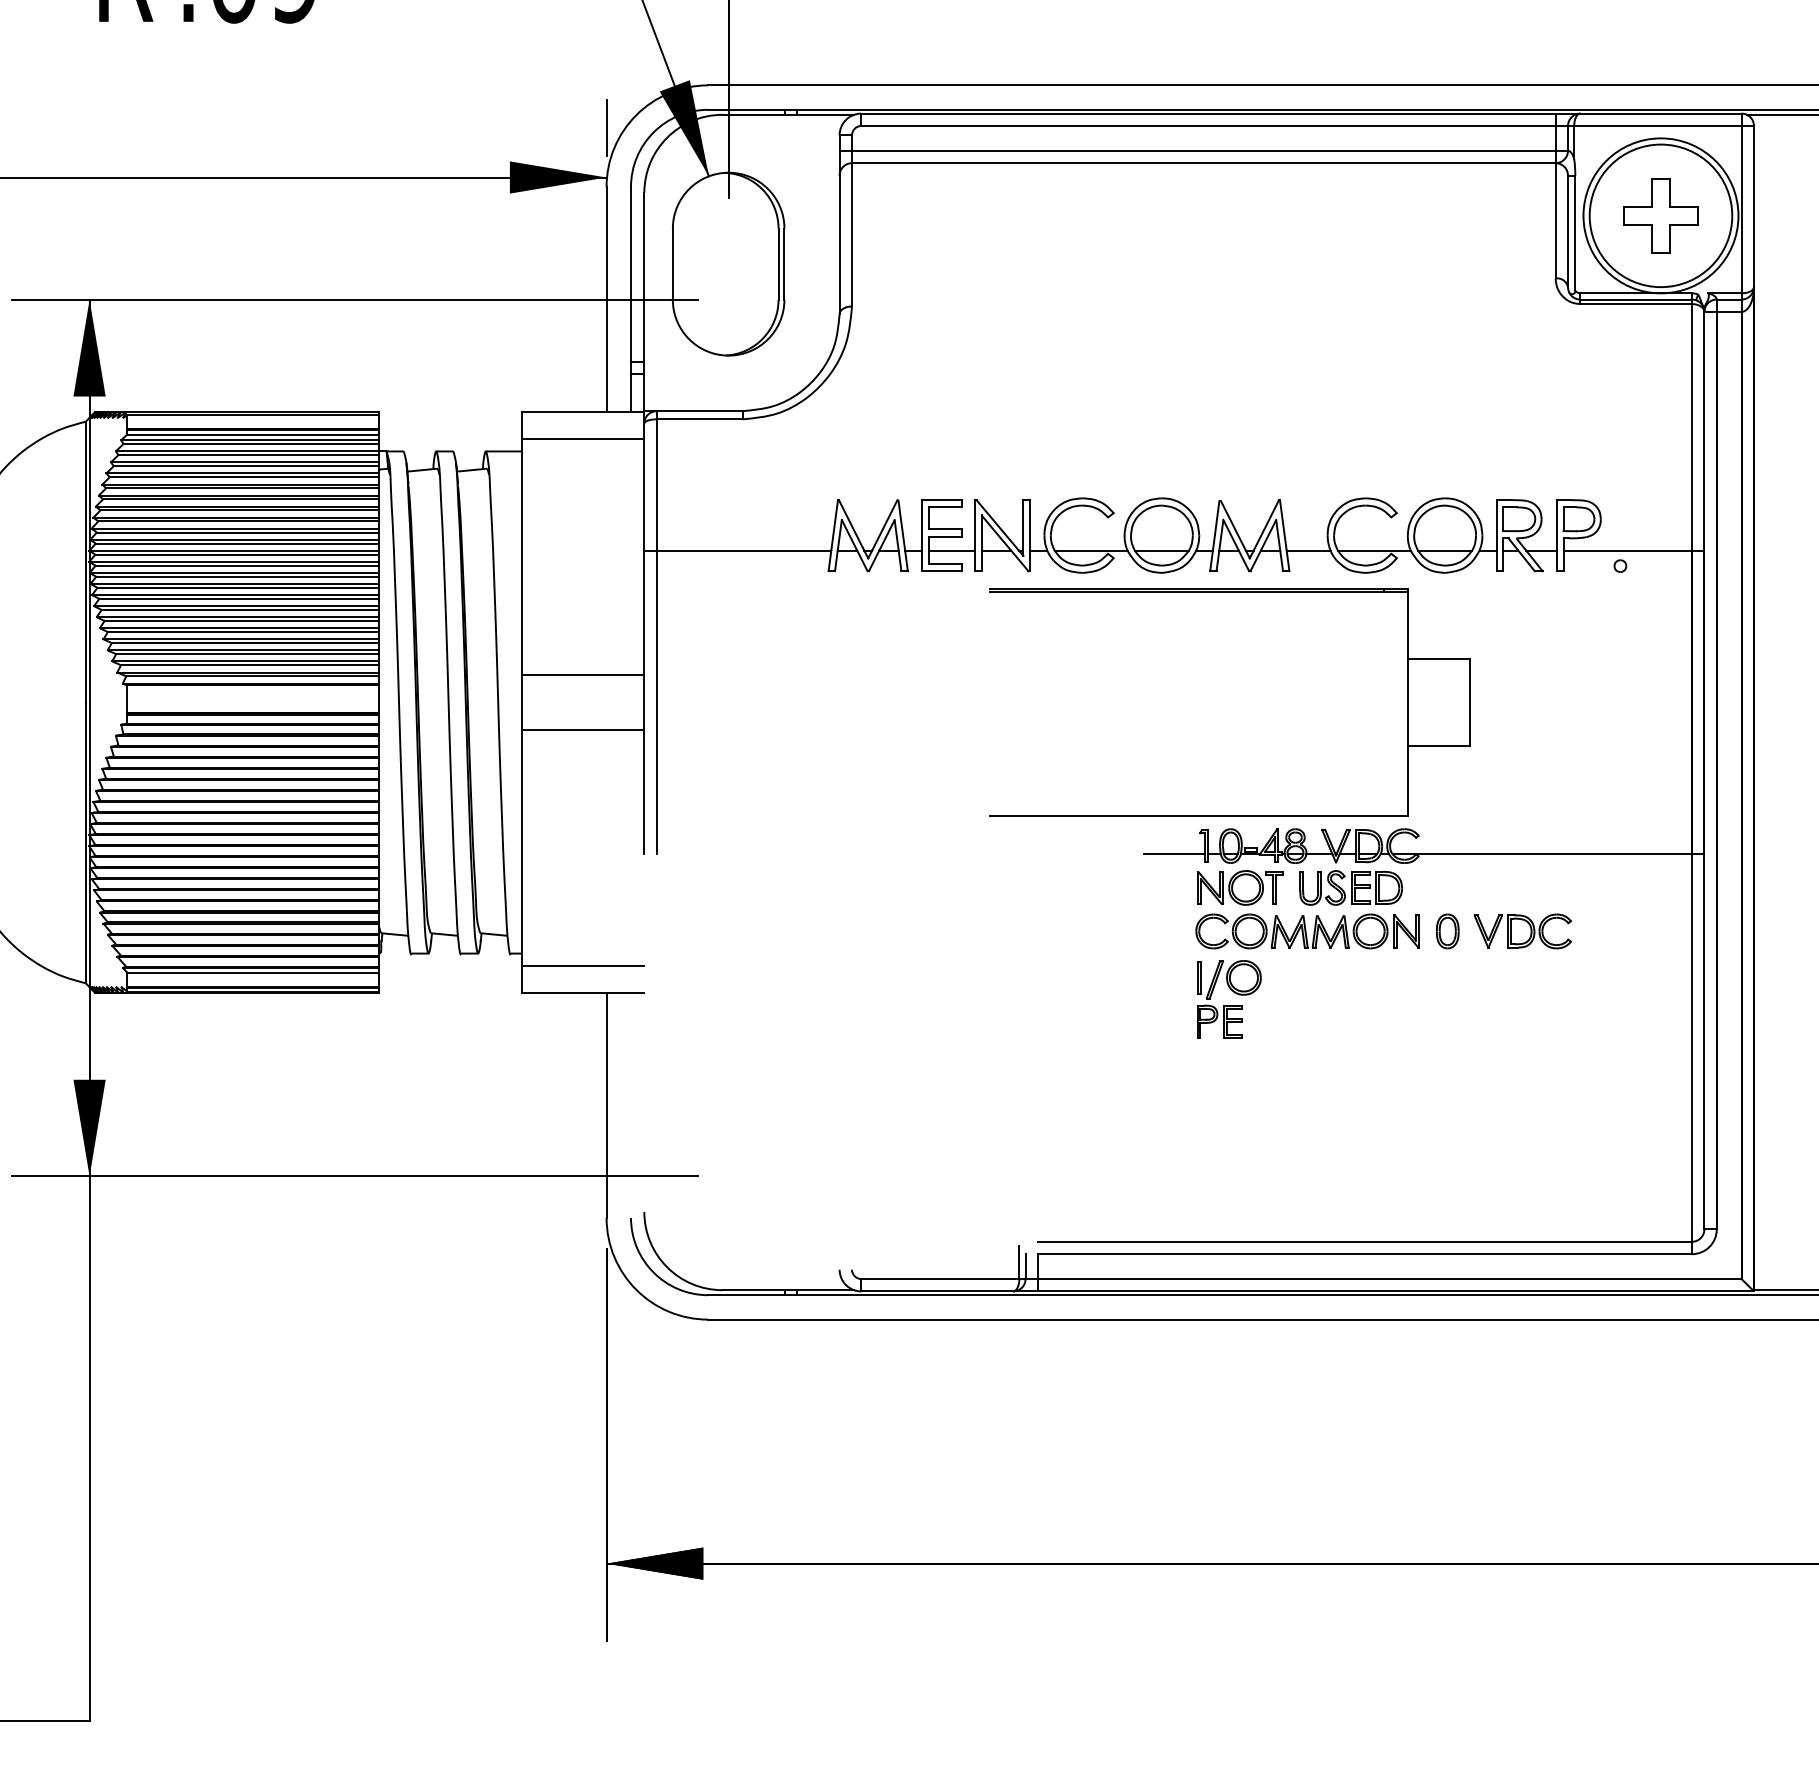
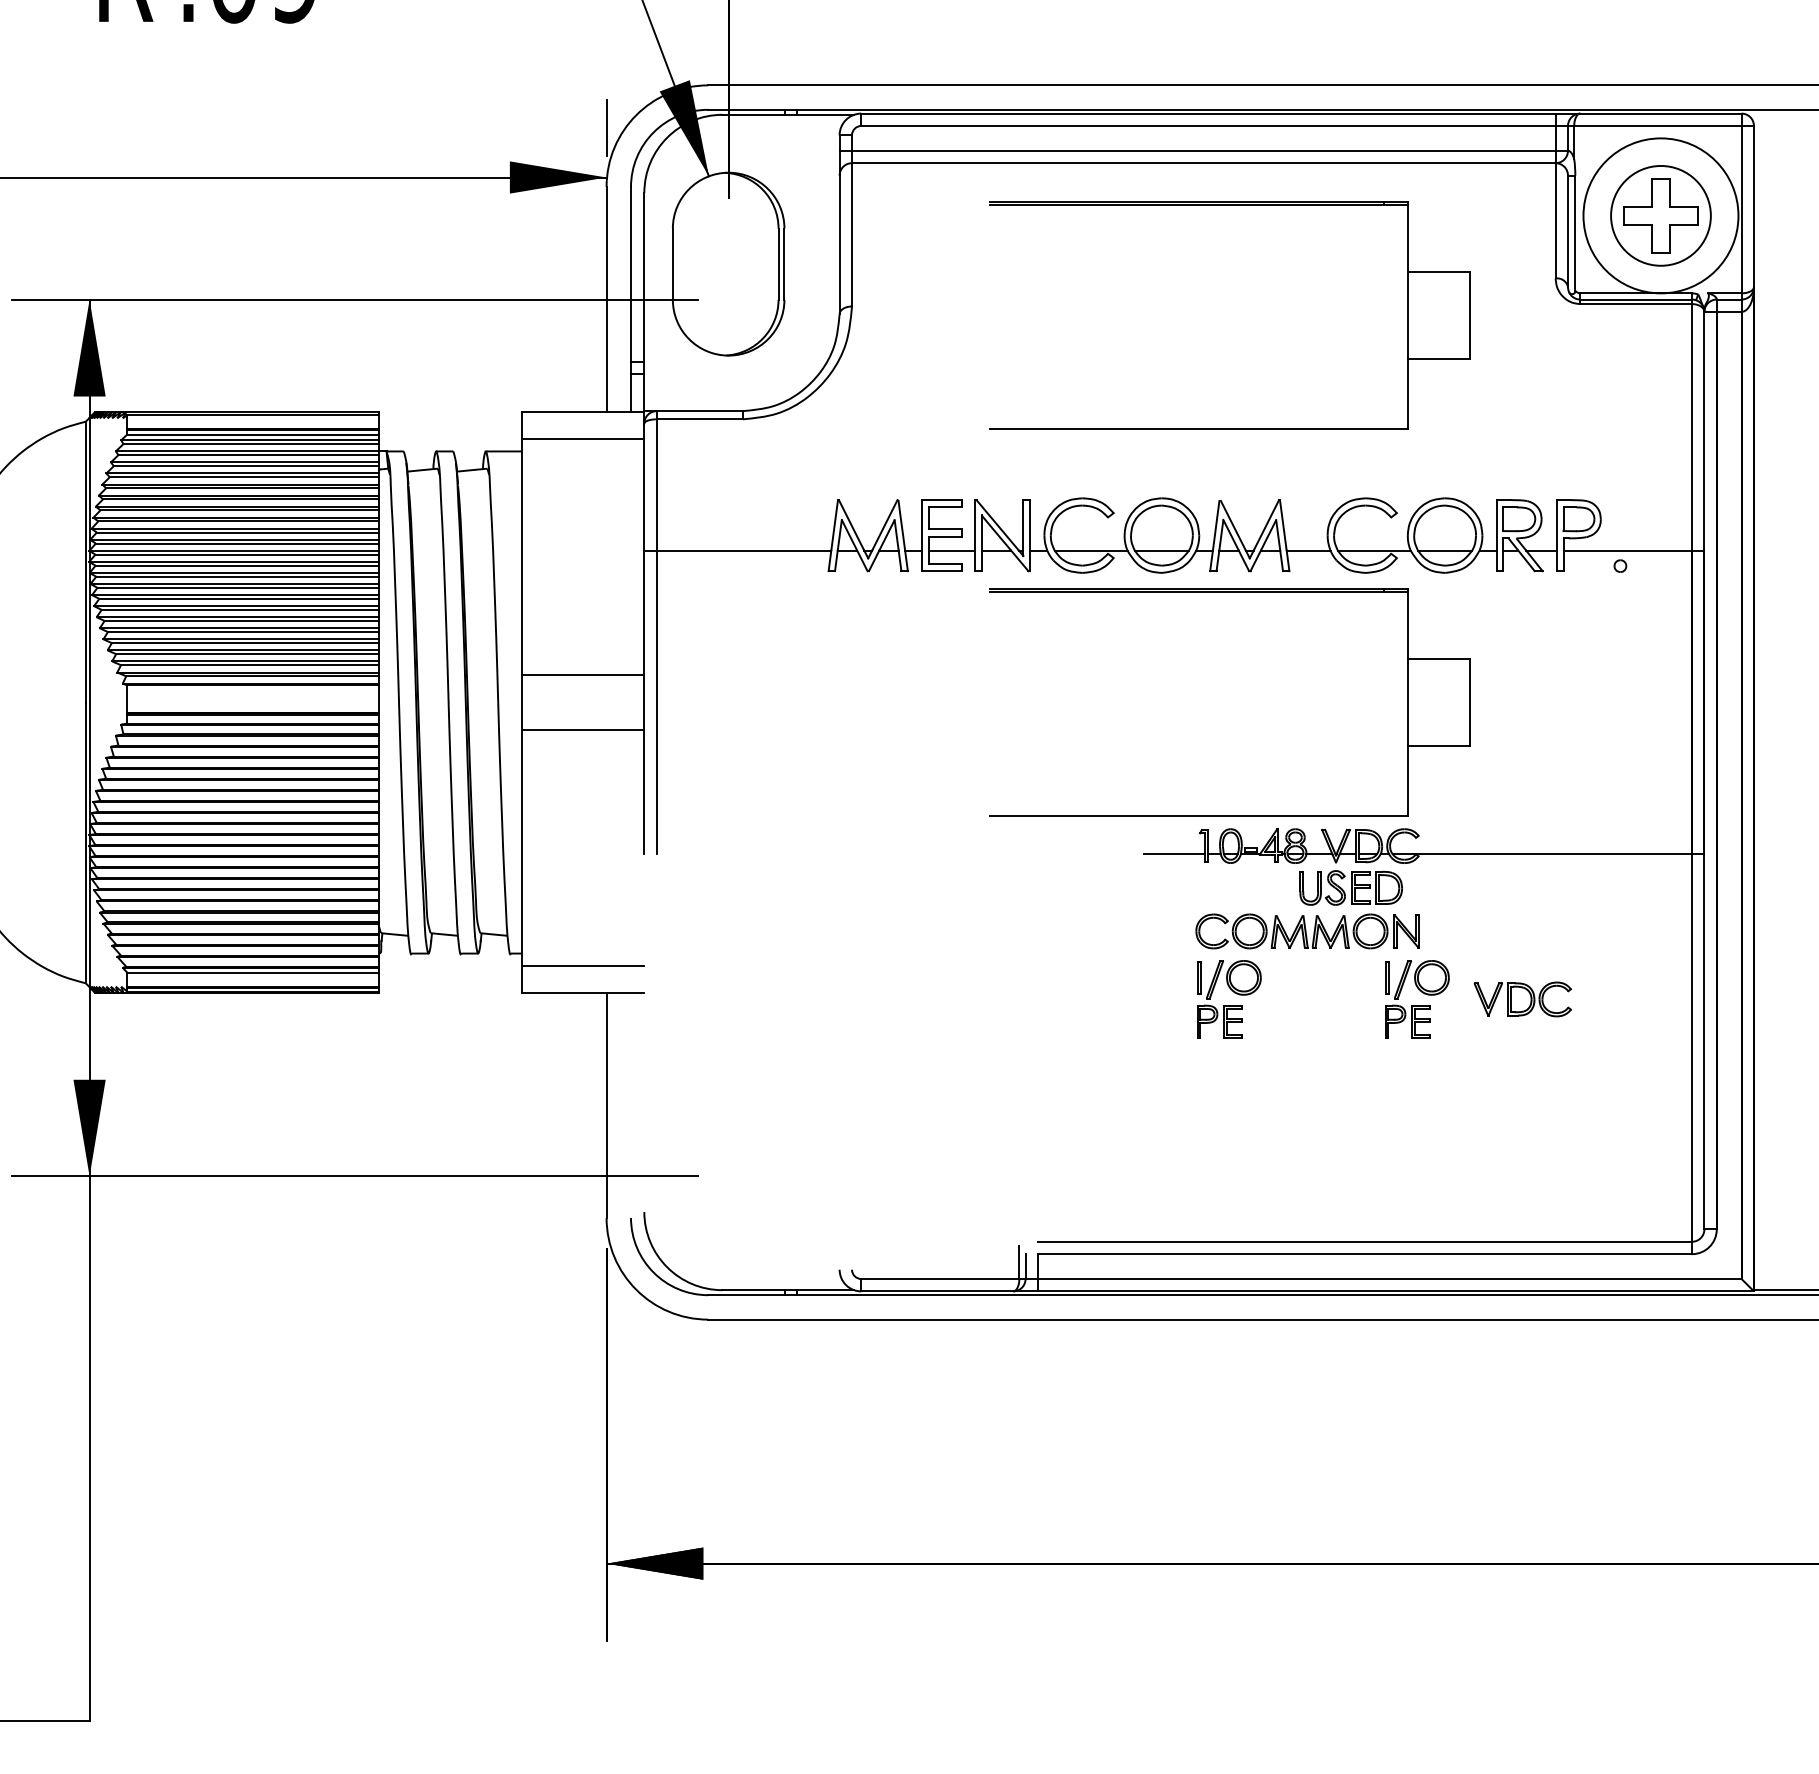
line at (1781, 114): present -> none
part at (1229, 205): none -> present
circle at (1660, 215) diameter: 143 px -> 100 px
part at (1240, 887): present -> none
part at (1447, 931): present -> none
part at (1522, 931) position: (1522, 931) -> (1522, 999)
part at (1417, 999): none -> present
